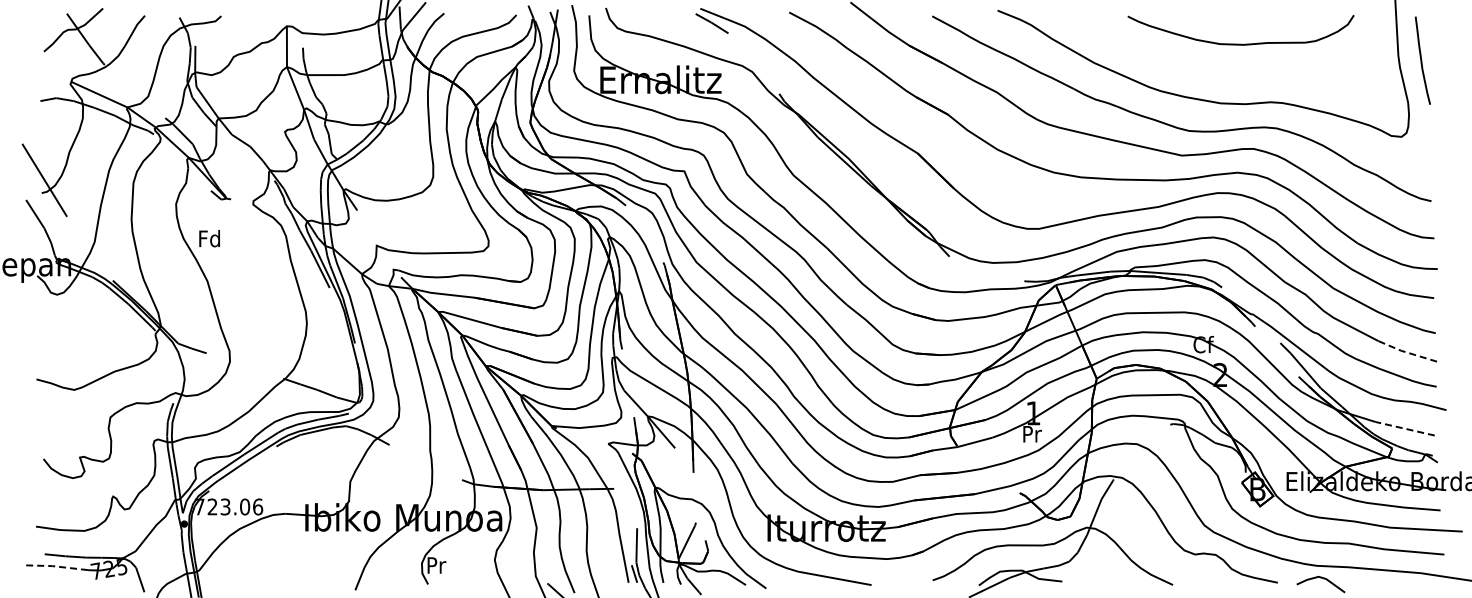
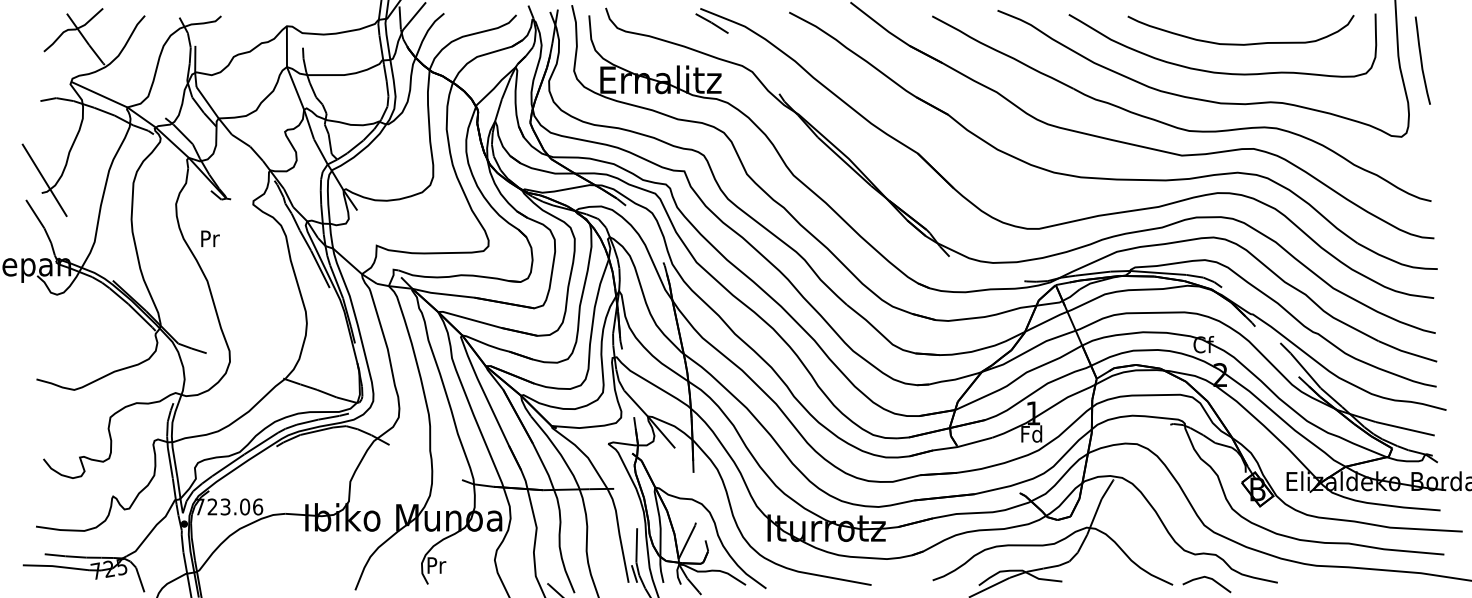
curve at (1216, 71): none -> present
text at (209, 238): Fd -> Pr
line at (1406, 352): dashed -> solid
line at (1404, 428): dashed -> solid
text at (1031, 433): Pr -> Fd
line at (54, 566): dashed -> solid
line at (1323, 579) position: (1323, 579) -> (1209, 579)
